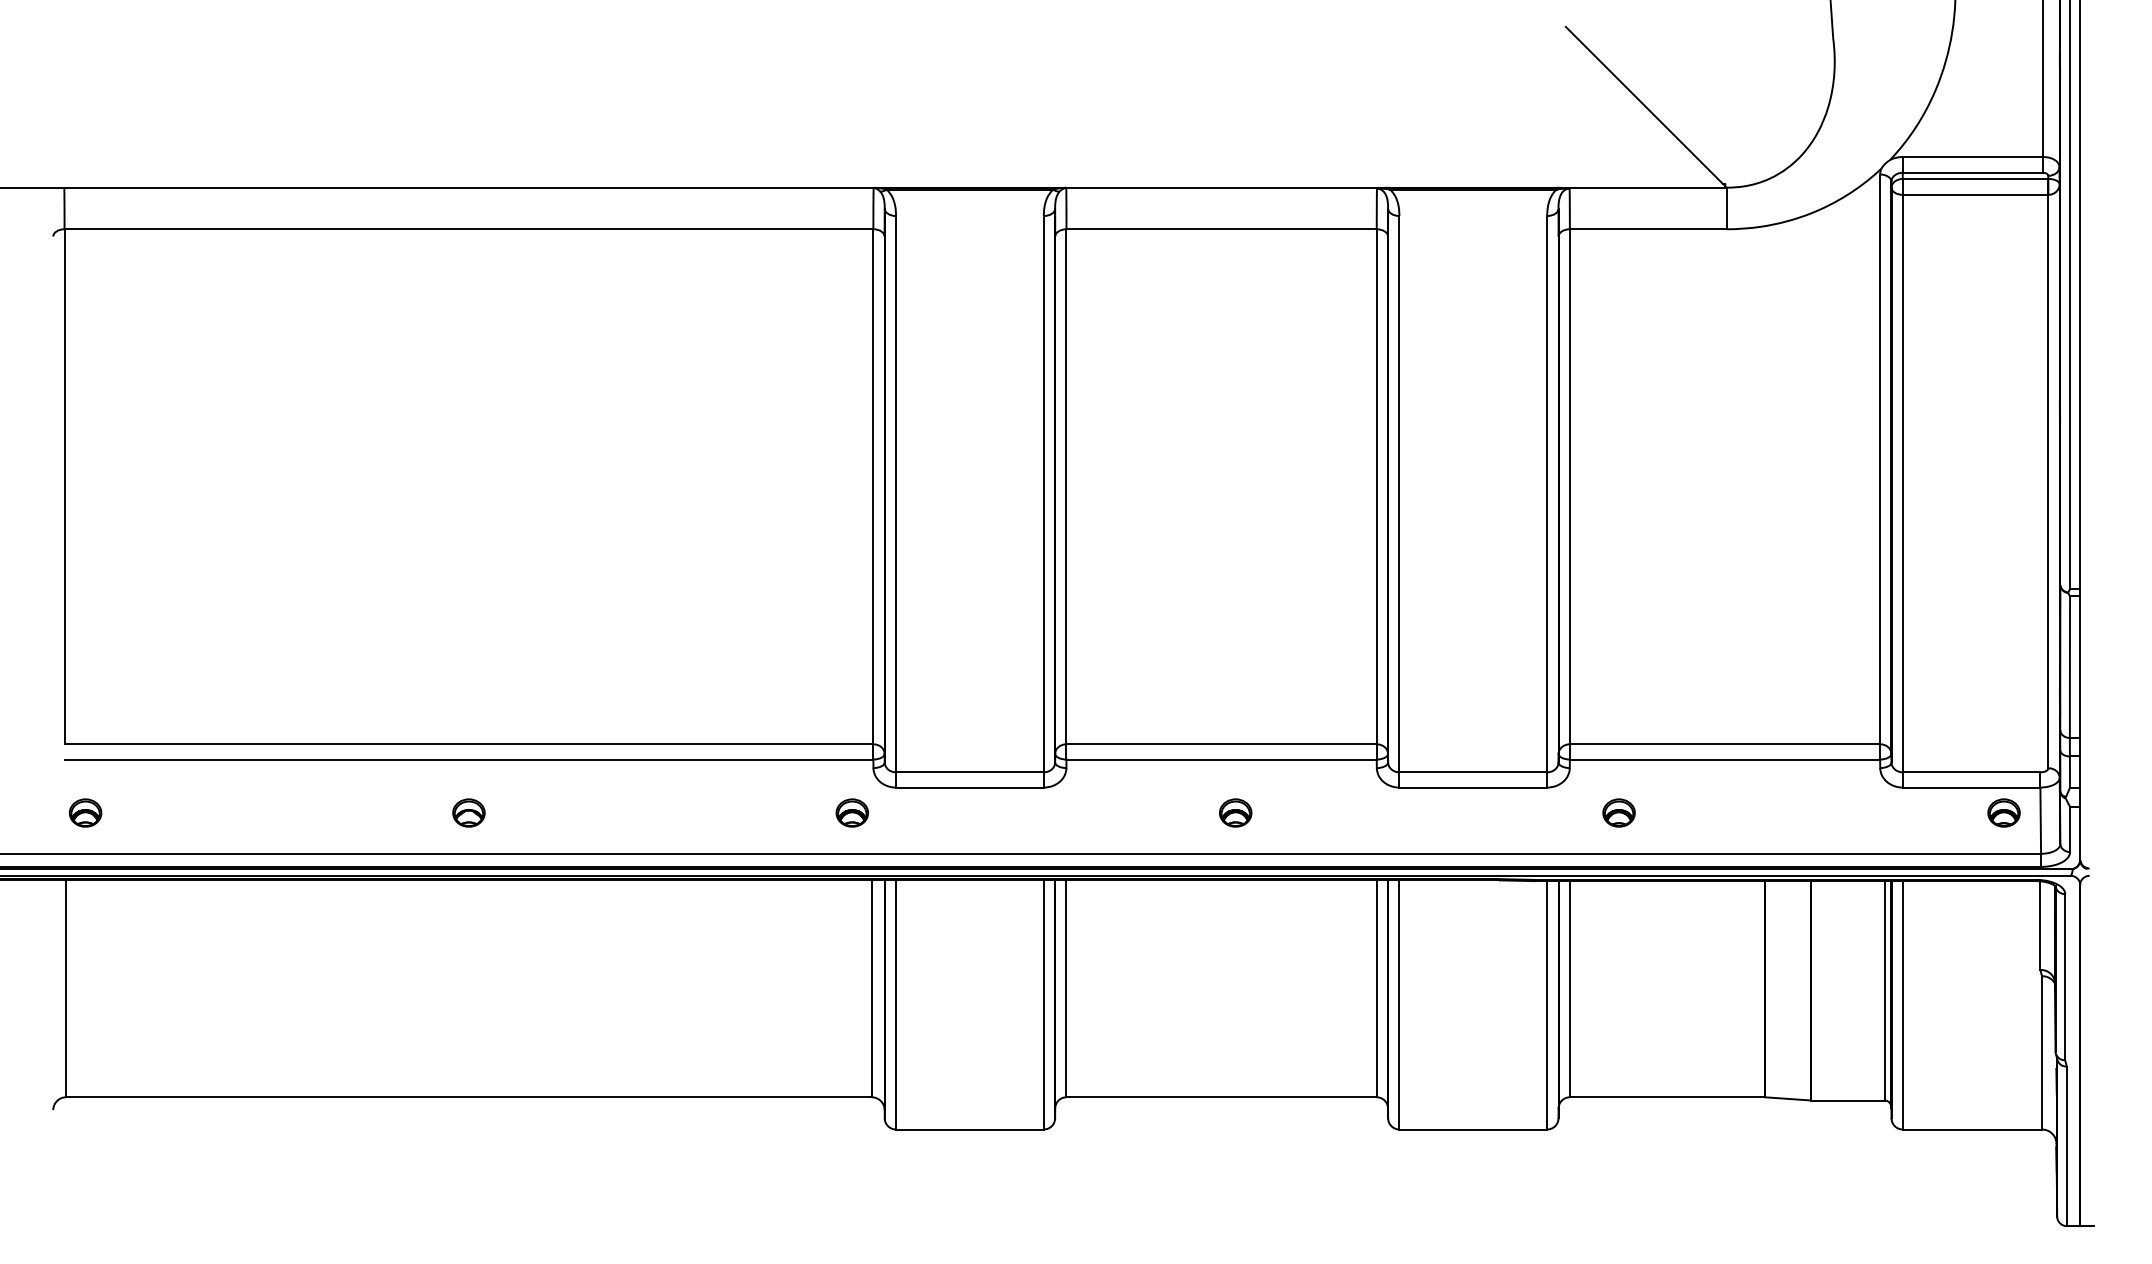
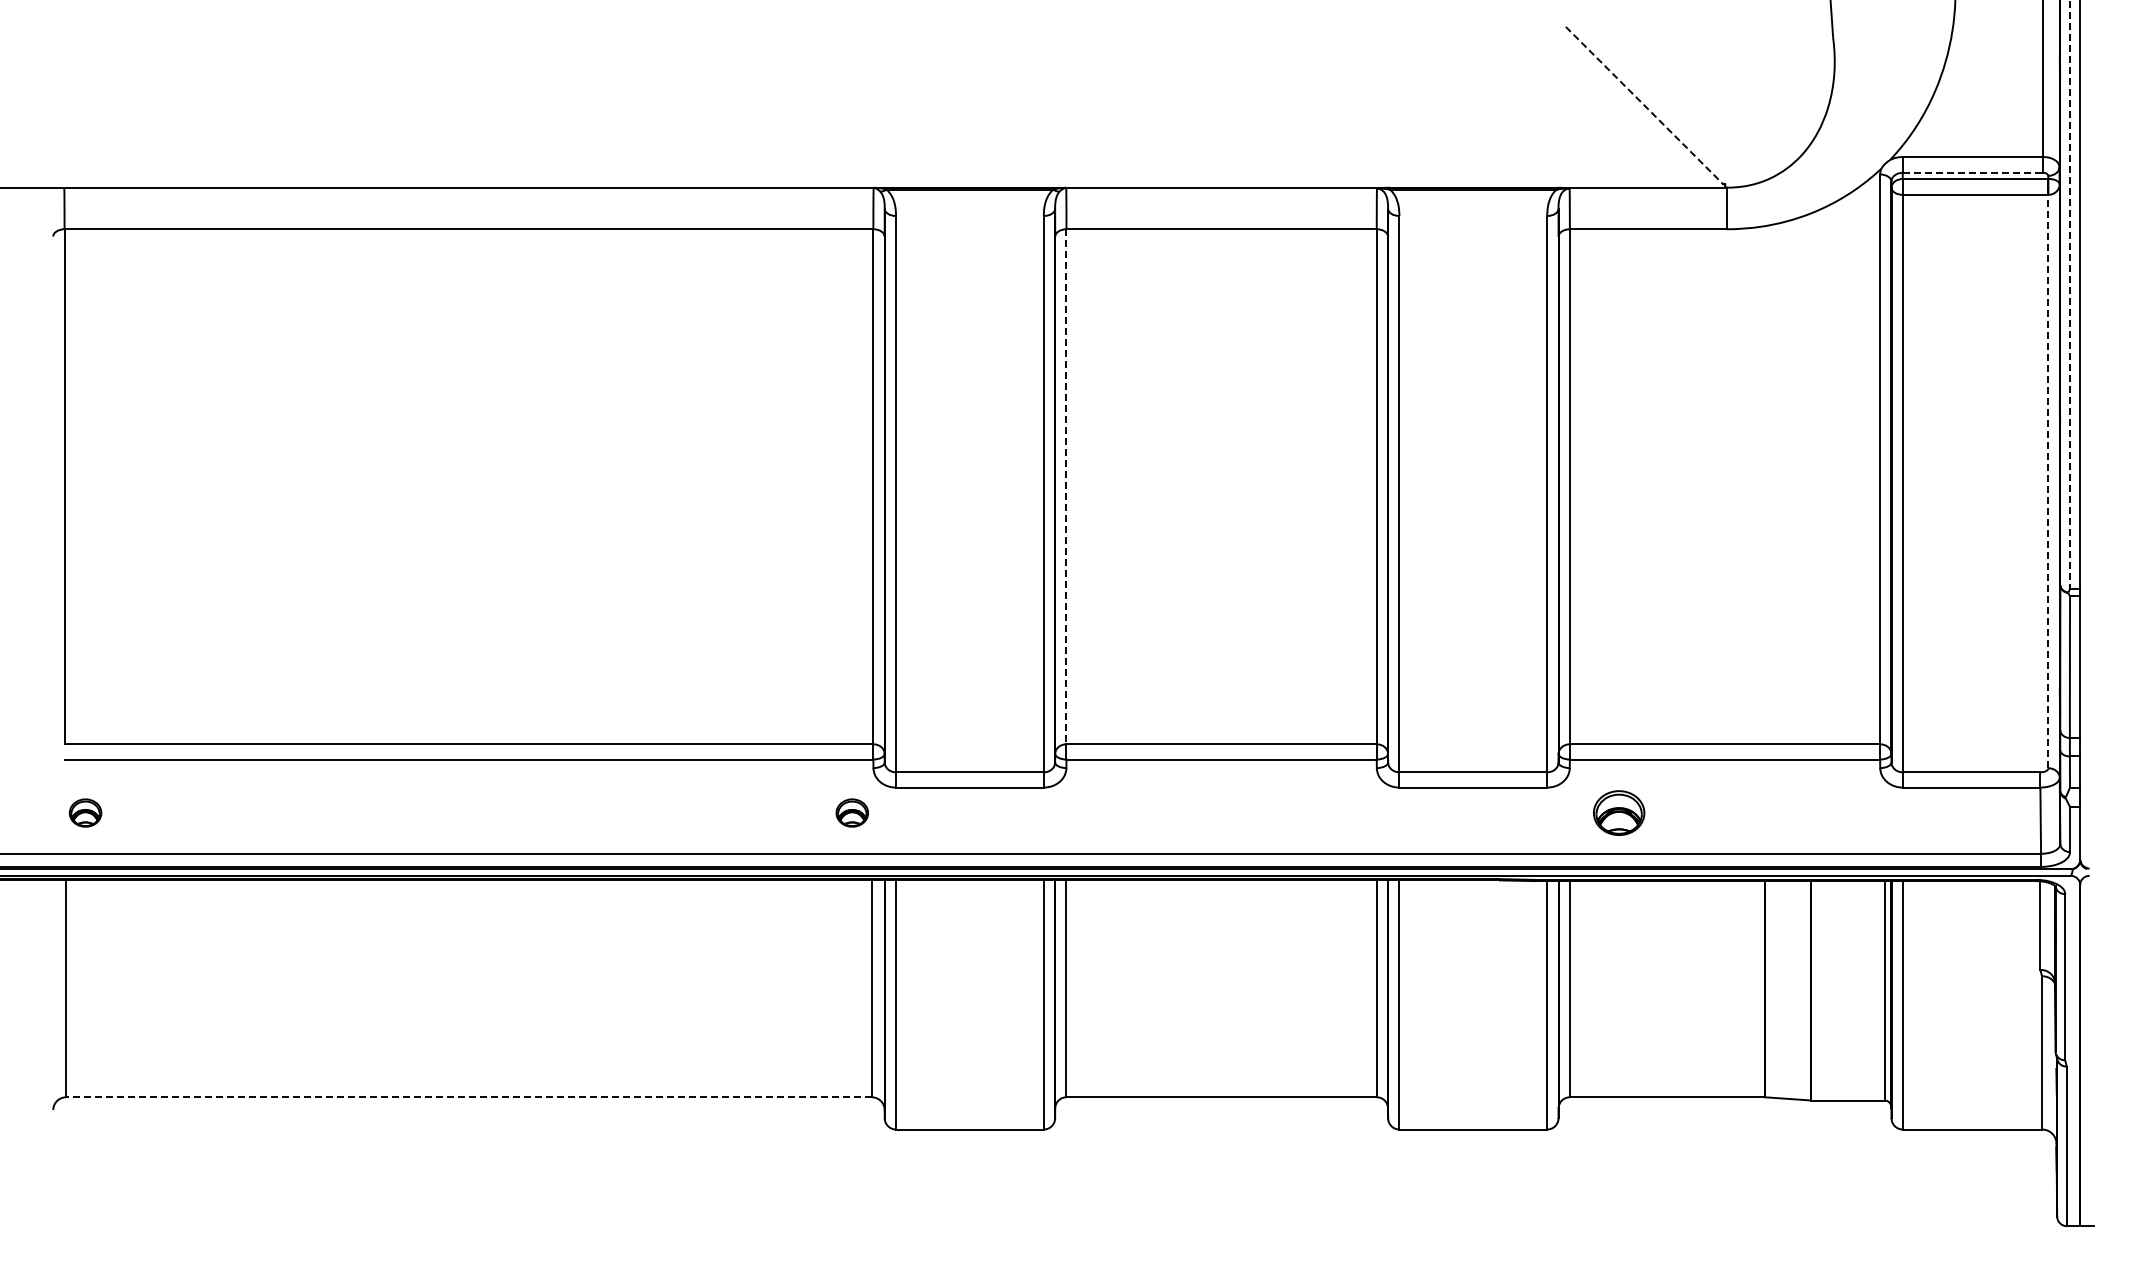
line at (1644, 105): solid -> dashed
line at (1973, 172): solid -> dashed
line at (2070, 295): solid -> dashed
line at (2048, 481): solid -> dashed
line at (1066, 486): solid -> dashed
part at (468, 812): present -> none
part at (1235, 812): present -> none
part at (1618, 812) size: 34x30 px -> 53x46 px
part at (2003, 812): present -> none
line at (468, 1097): solid -> dashed
